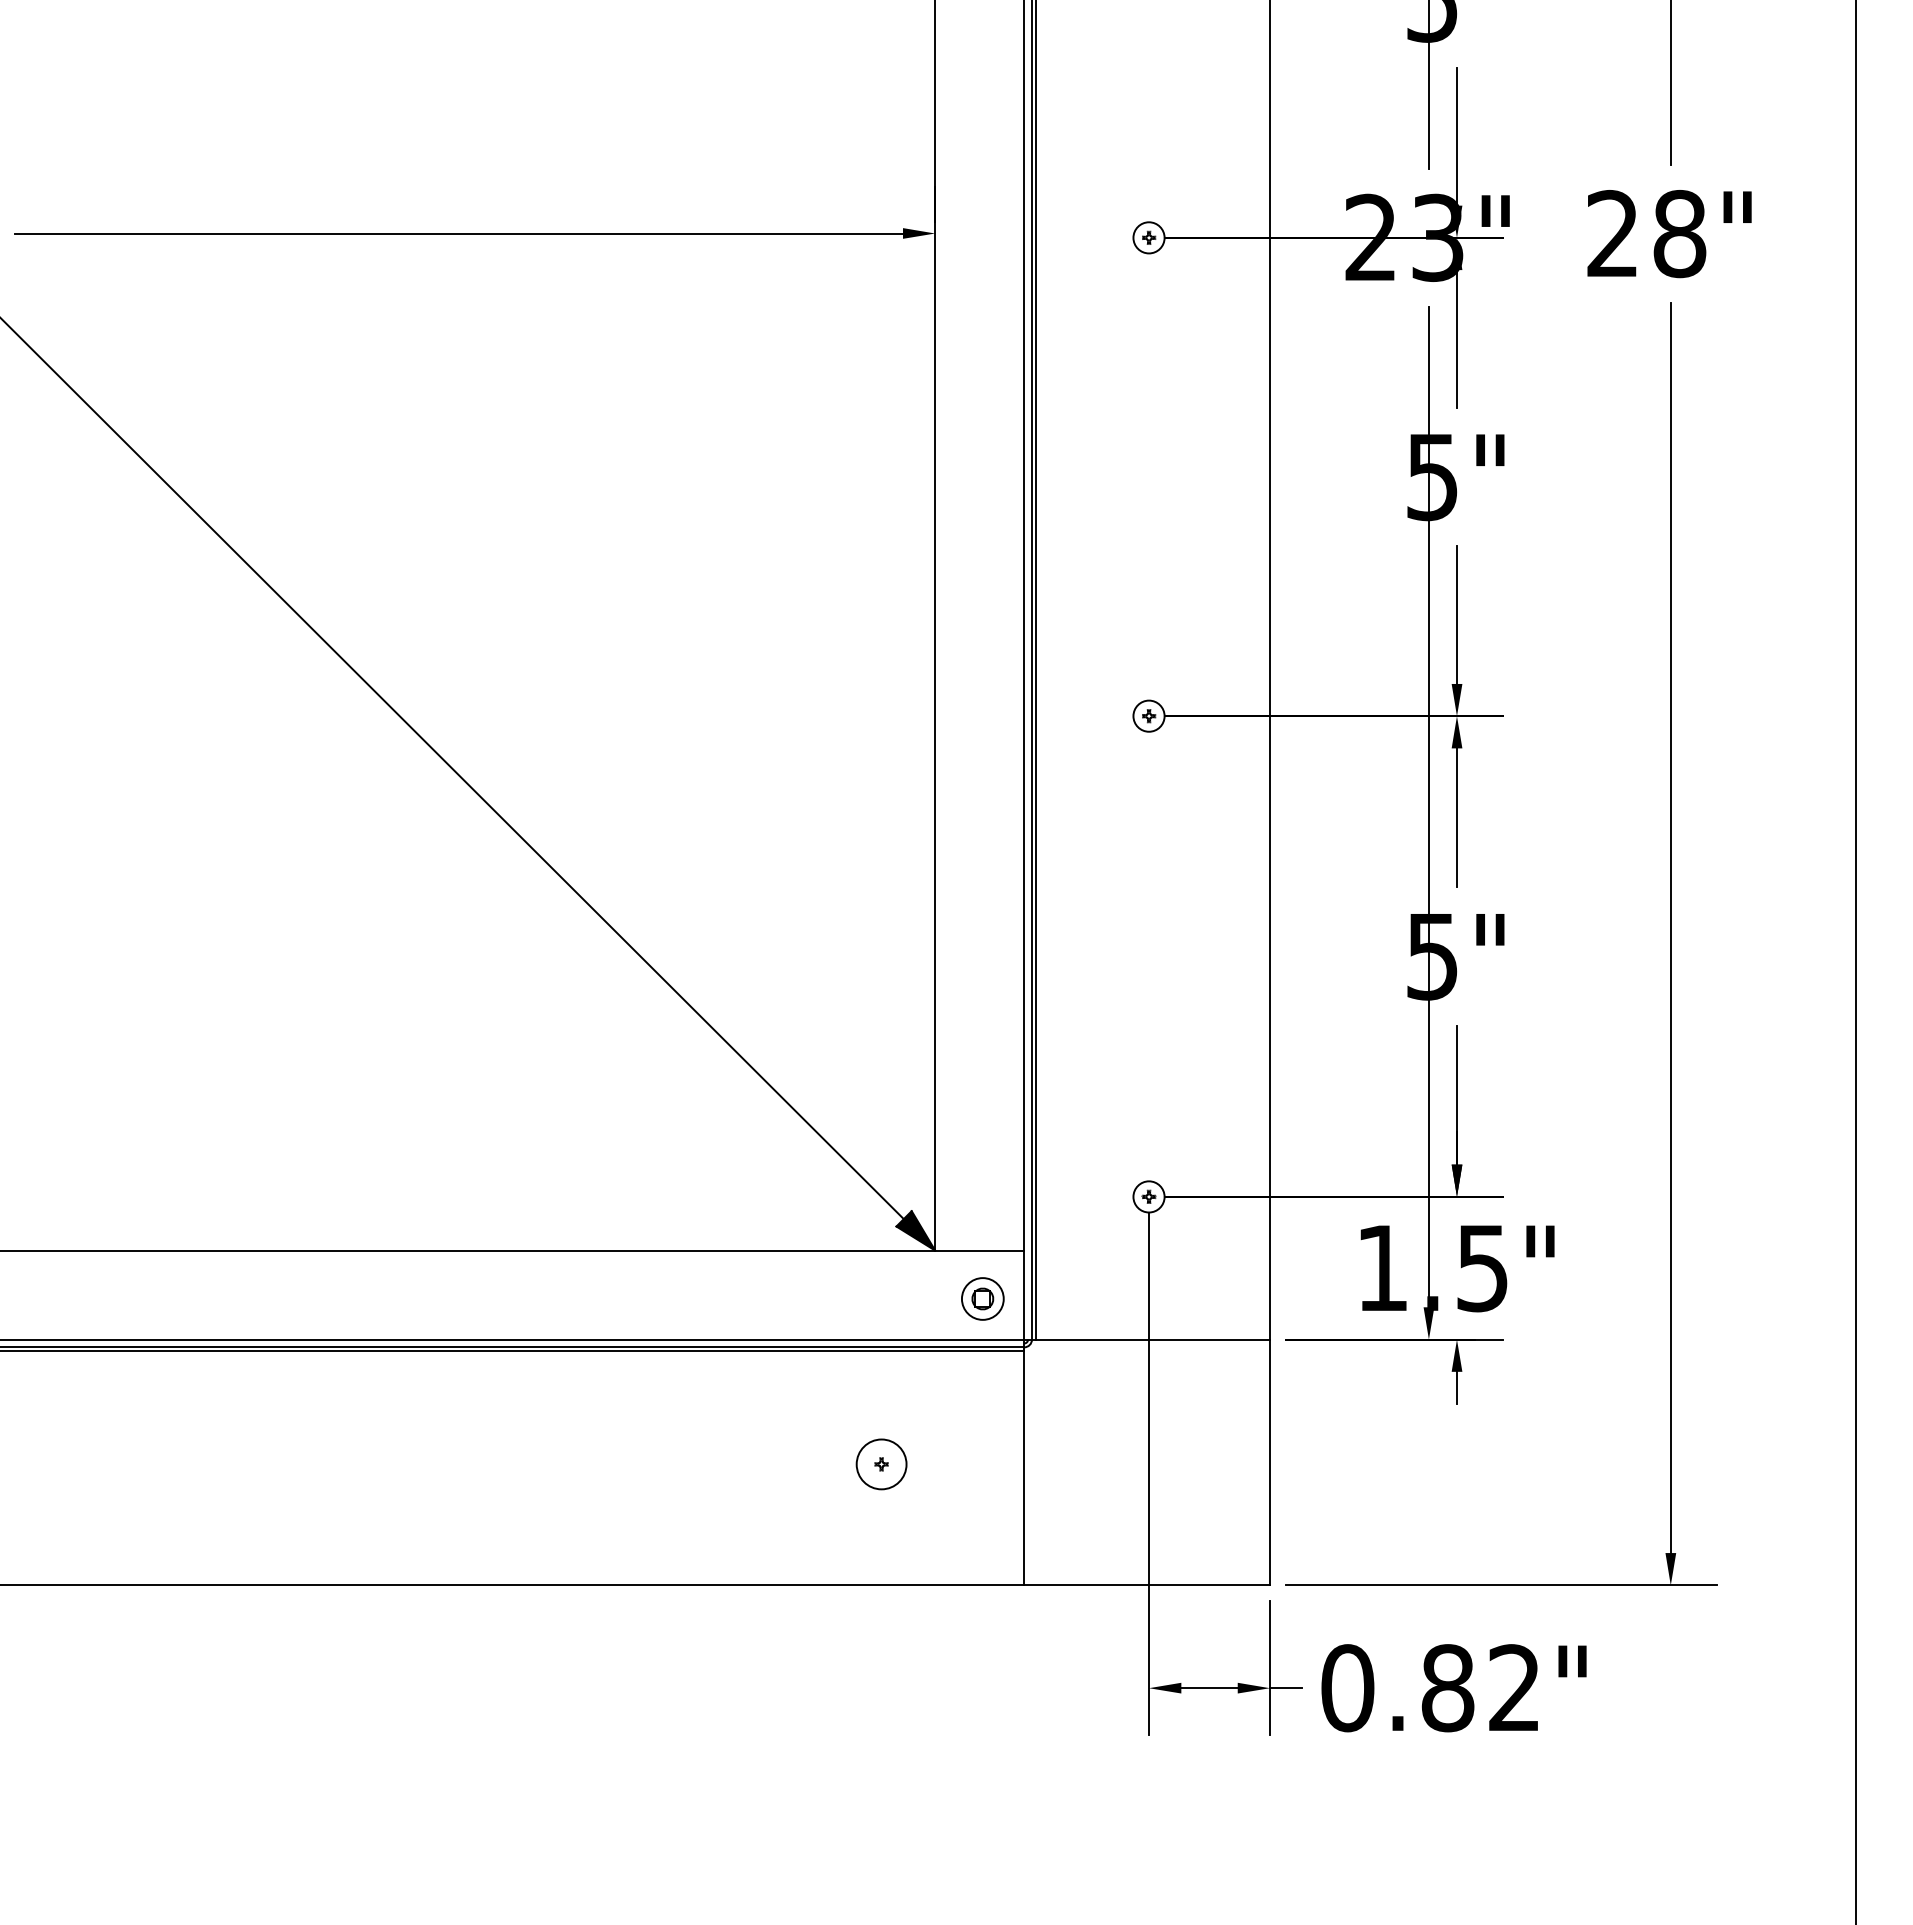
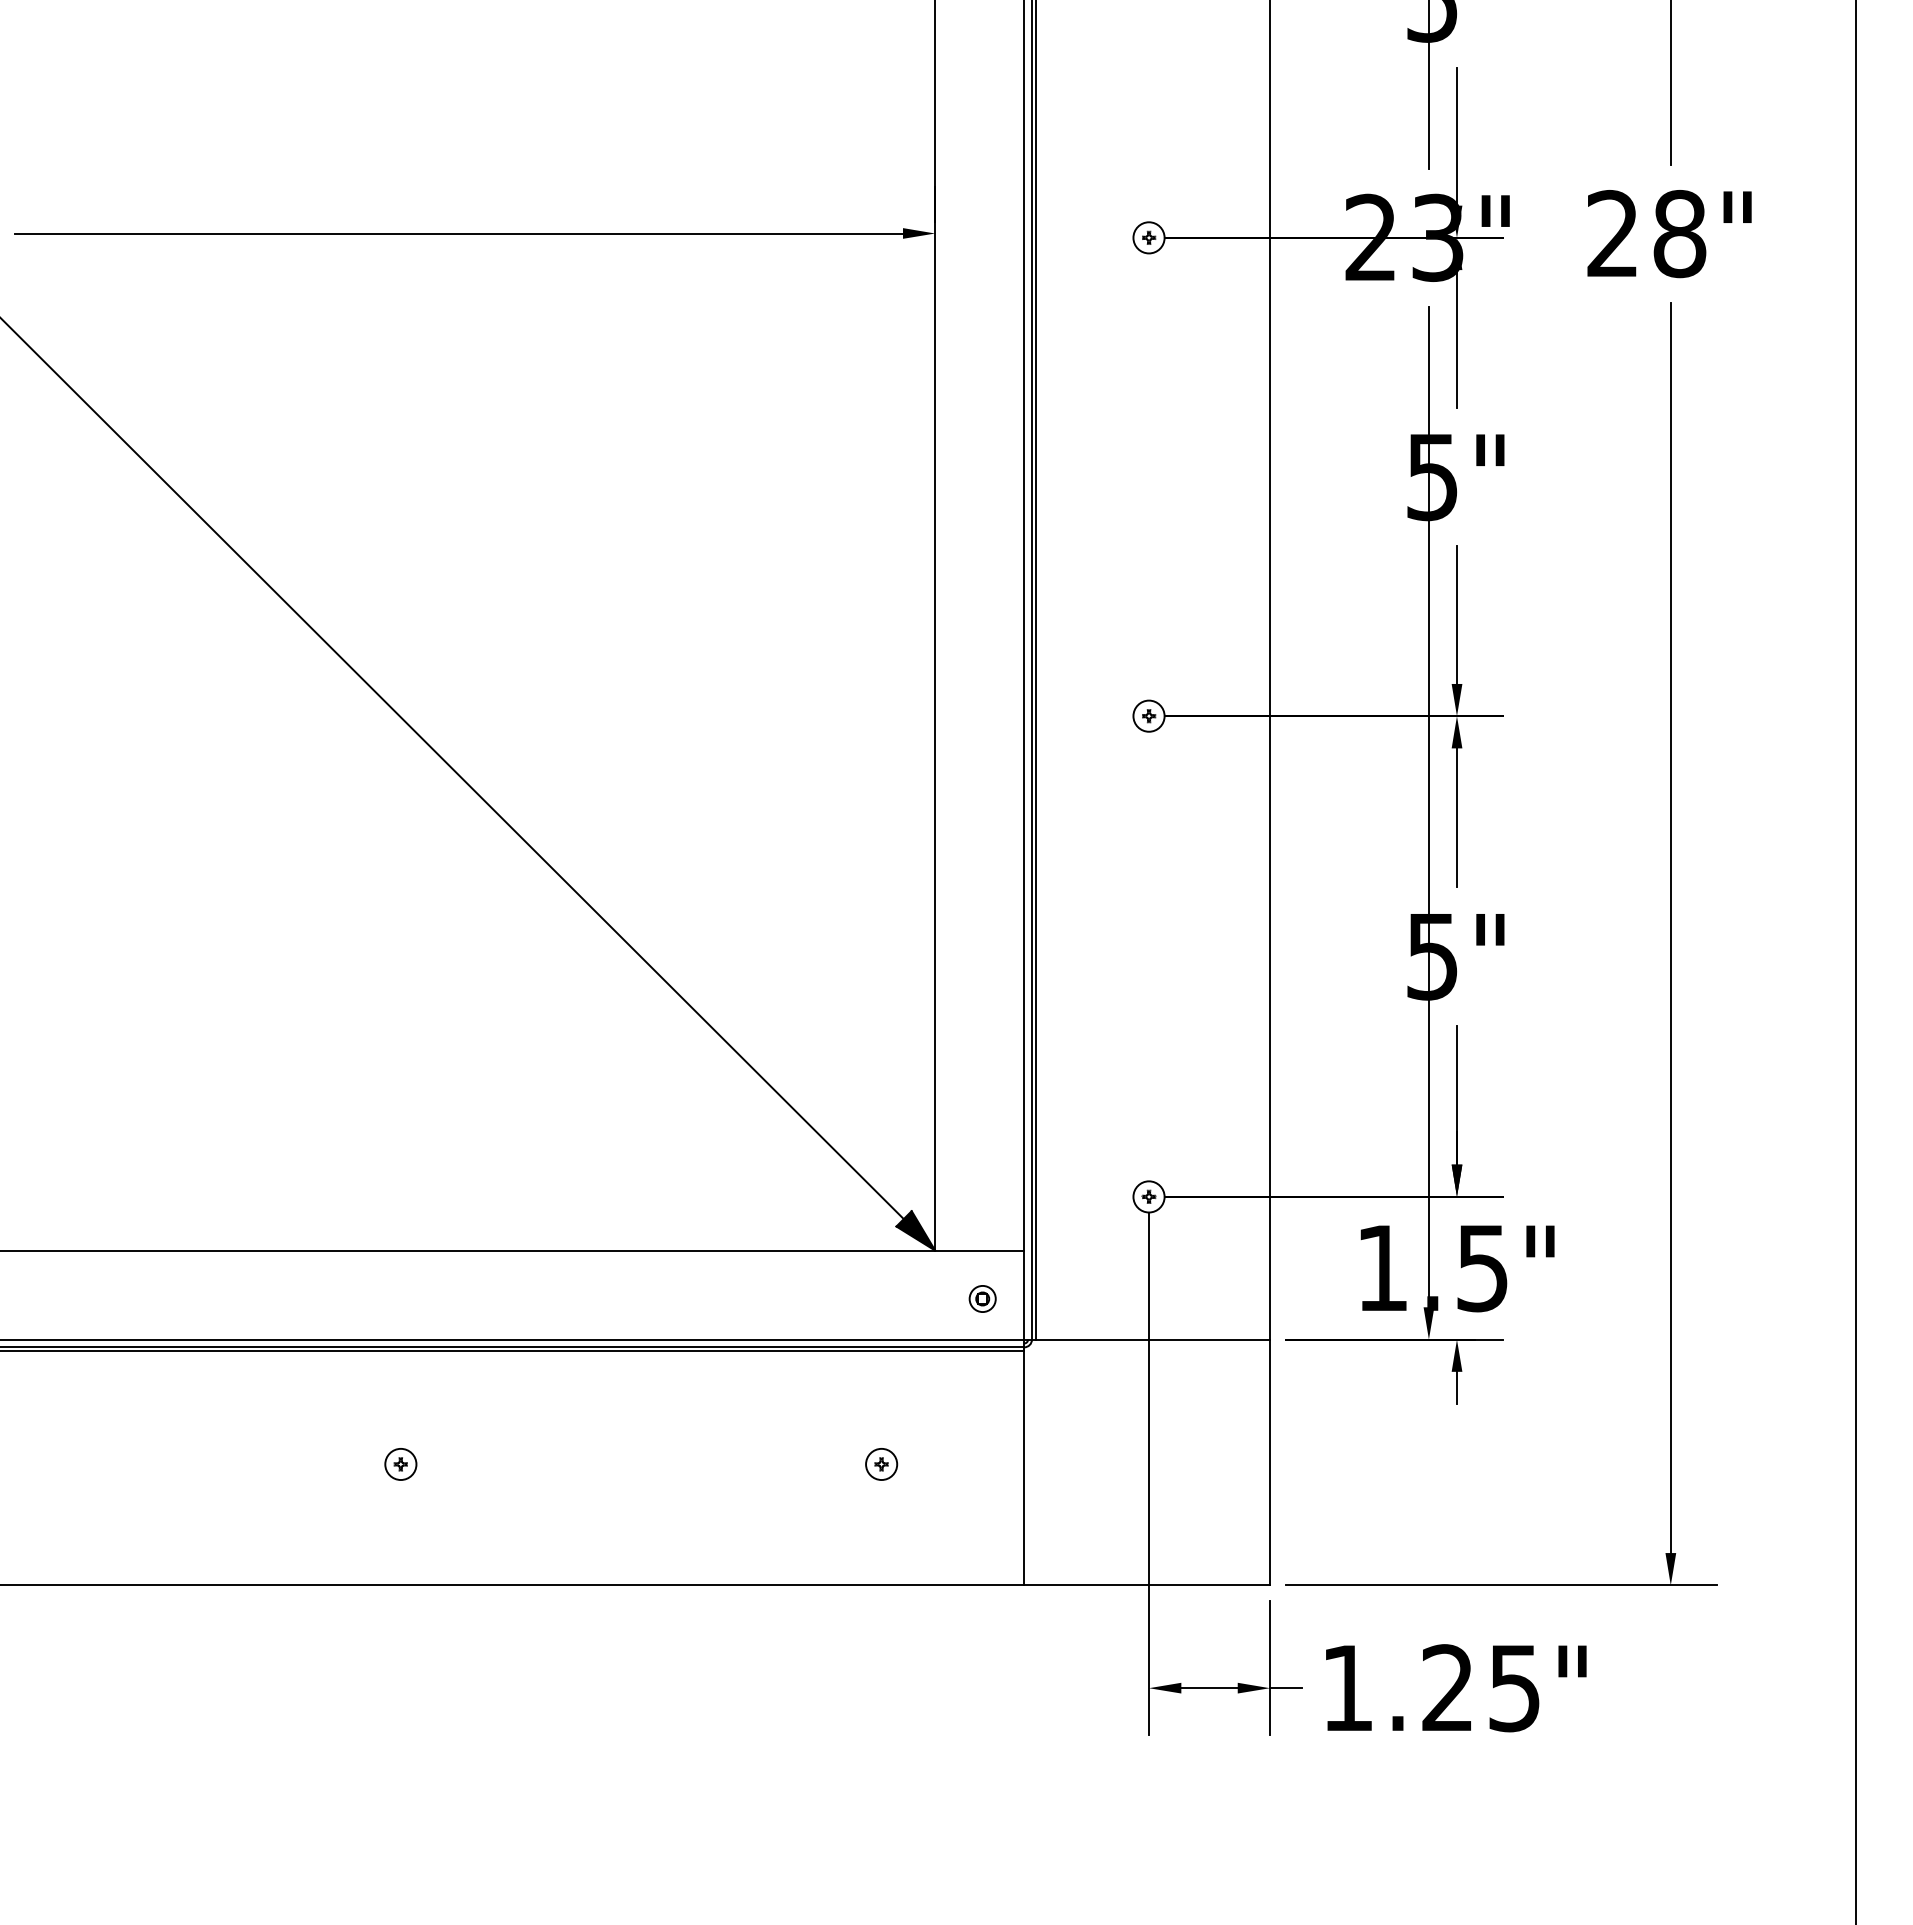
part at (982, 1298) size: 44x44 px -> 29x28 px
part at (400, 1464): none -> present
circle at (881, 1464) diameter: 50 px -> 31 px
text at (1430, 1688): 0.82" -> 1.25"
